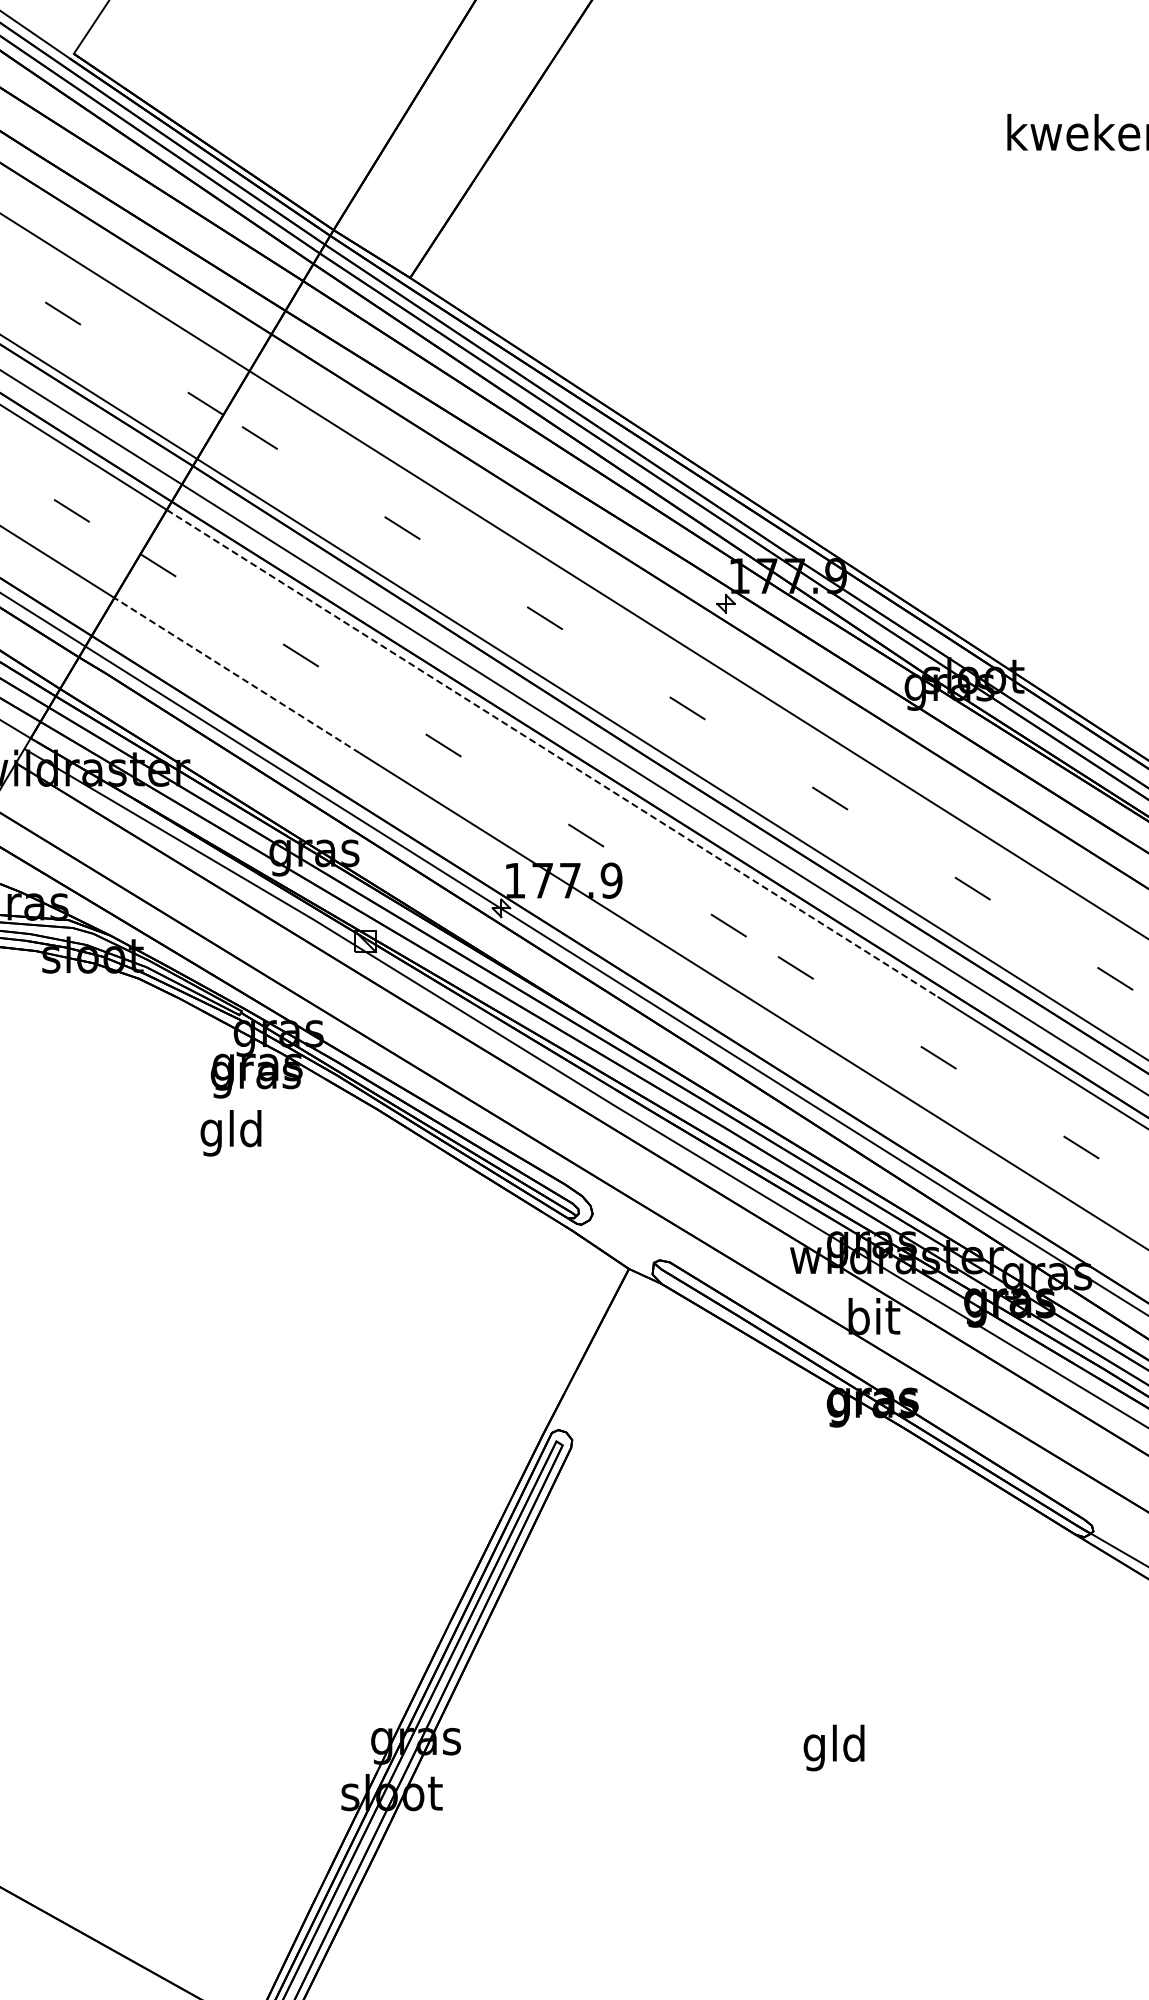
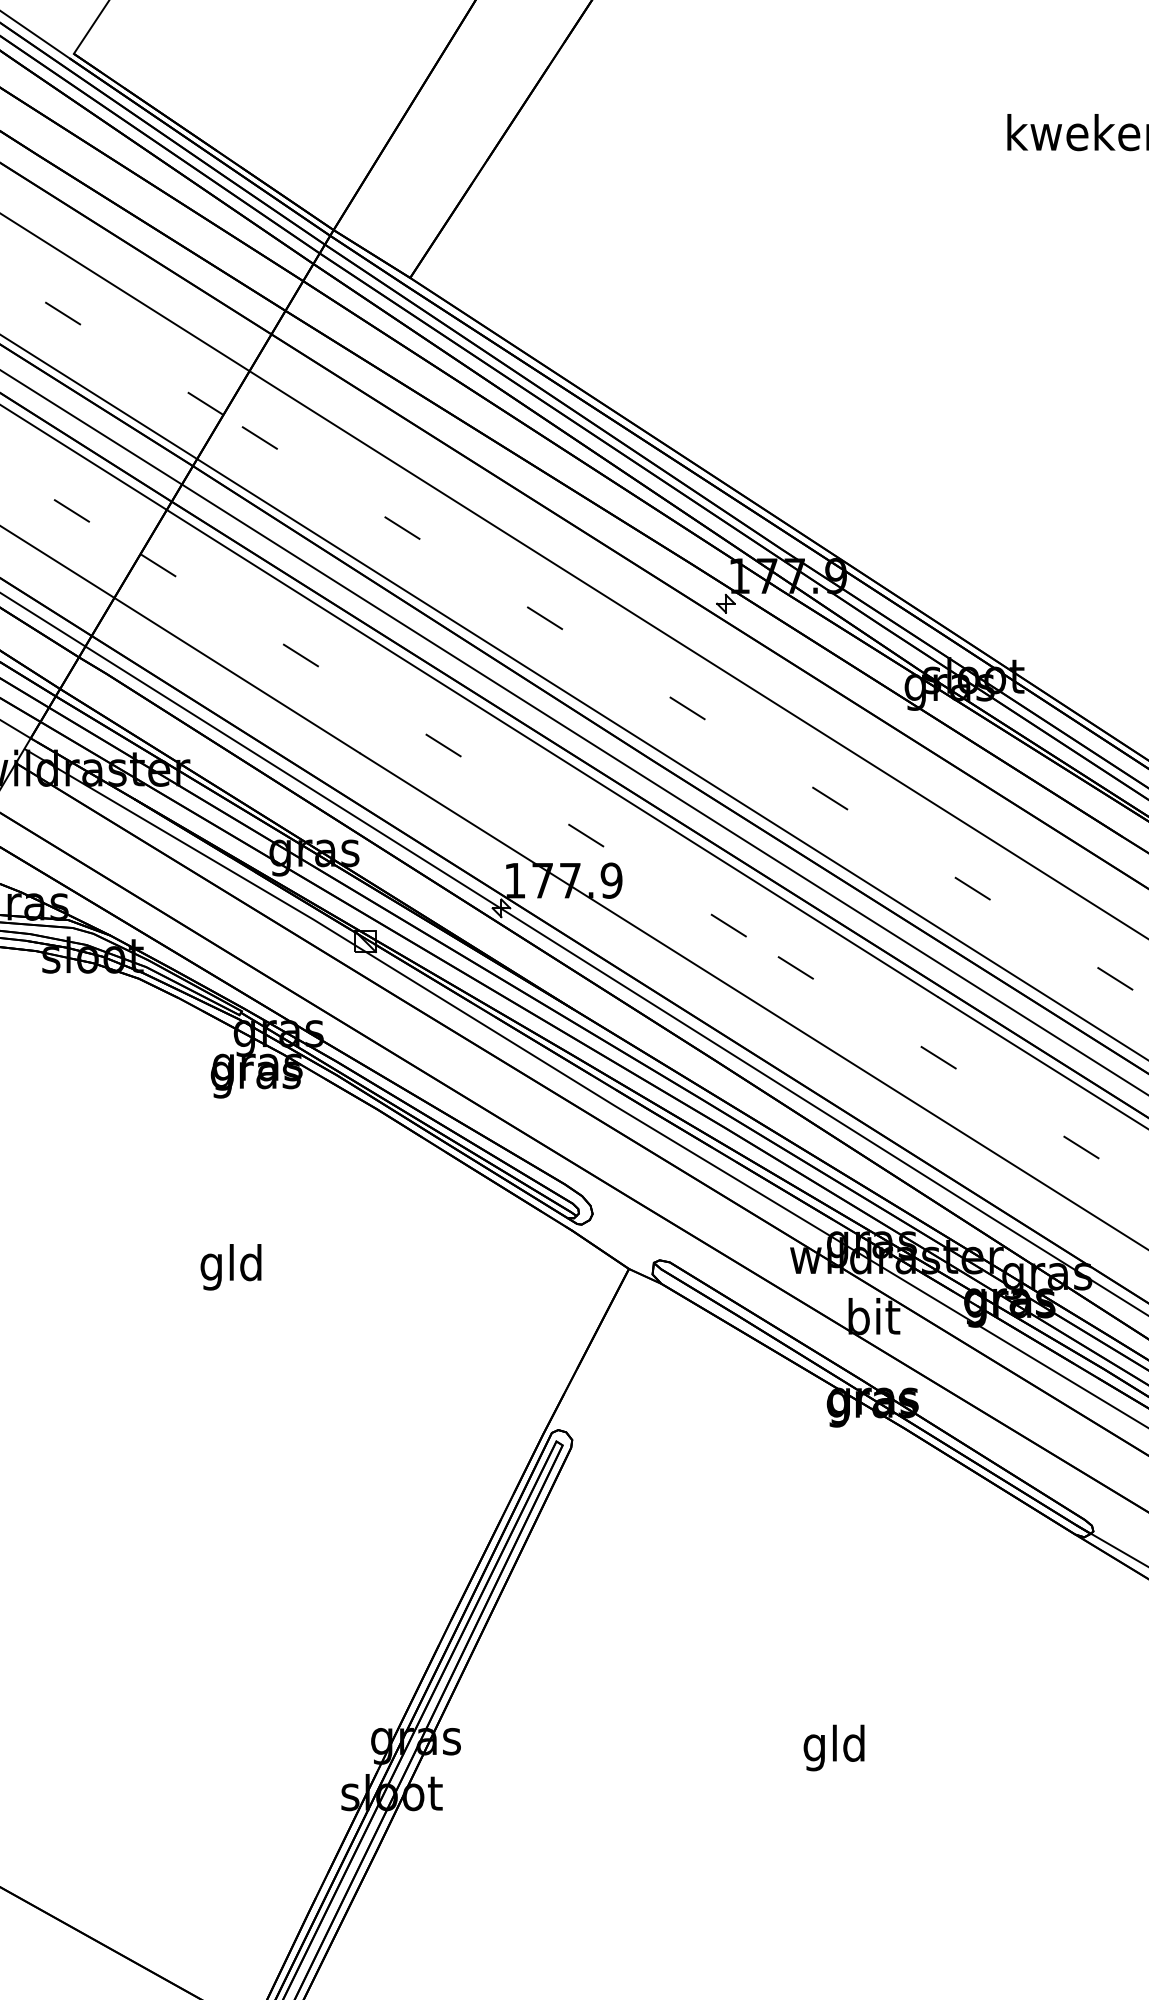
line at (236, 675): dashed -> solid
line at (552, 753): dashed -> solid
text at (230, 1133) position: (230, 1133) -> (230, 1267)
